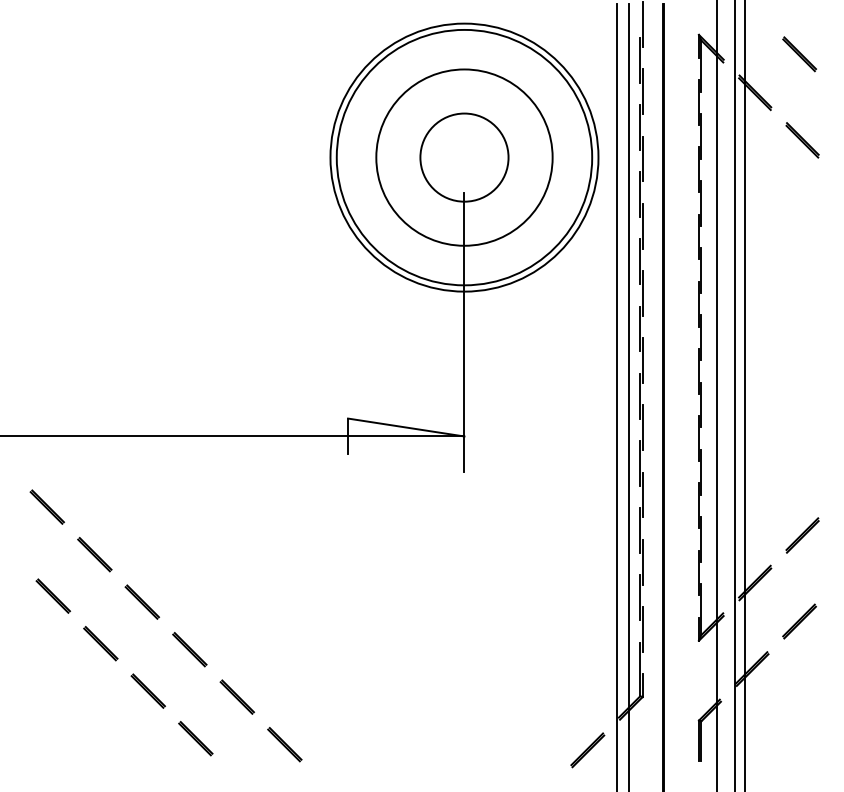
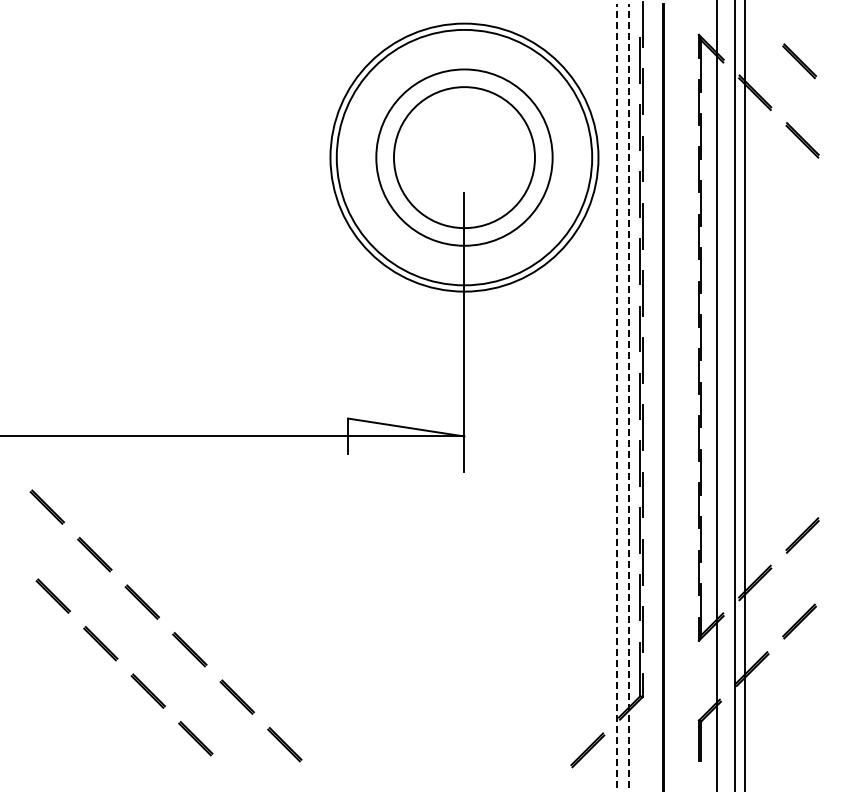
line at (799, 54) position: (799, 54) -> (799, 61)
circle at (464, 157) diameter: 88 px -> 141 px
line at (617, 397): solid -> dashed
line at (628, 397): solid -> dashed
